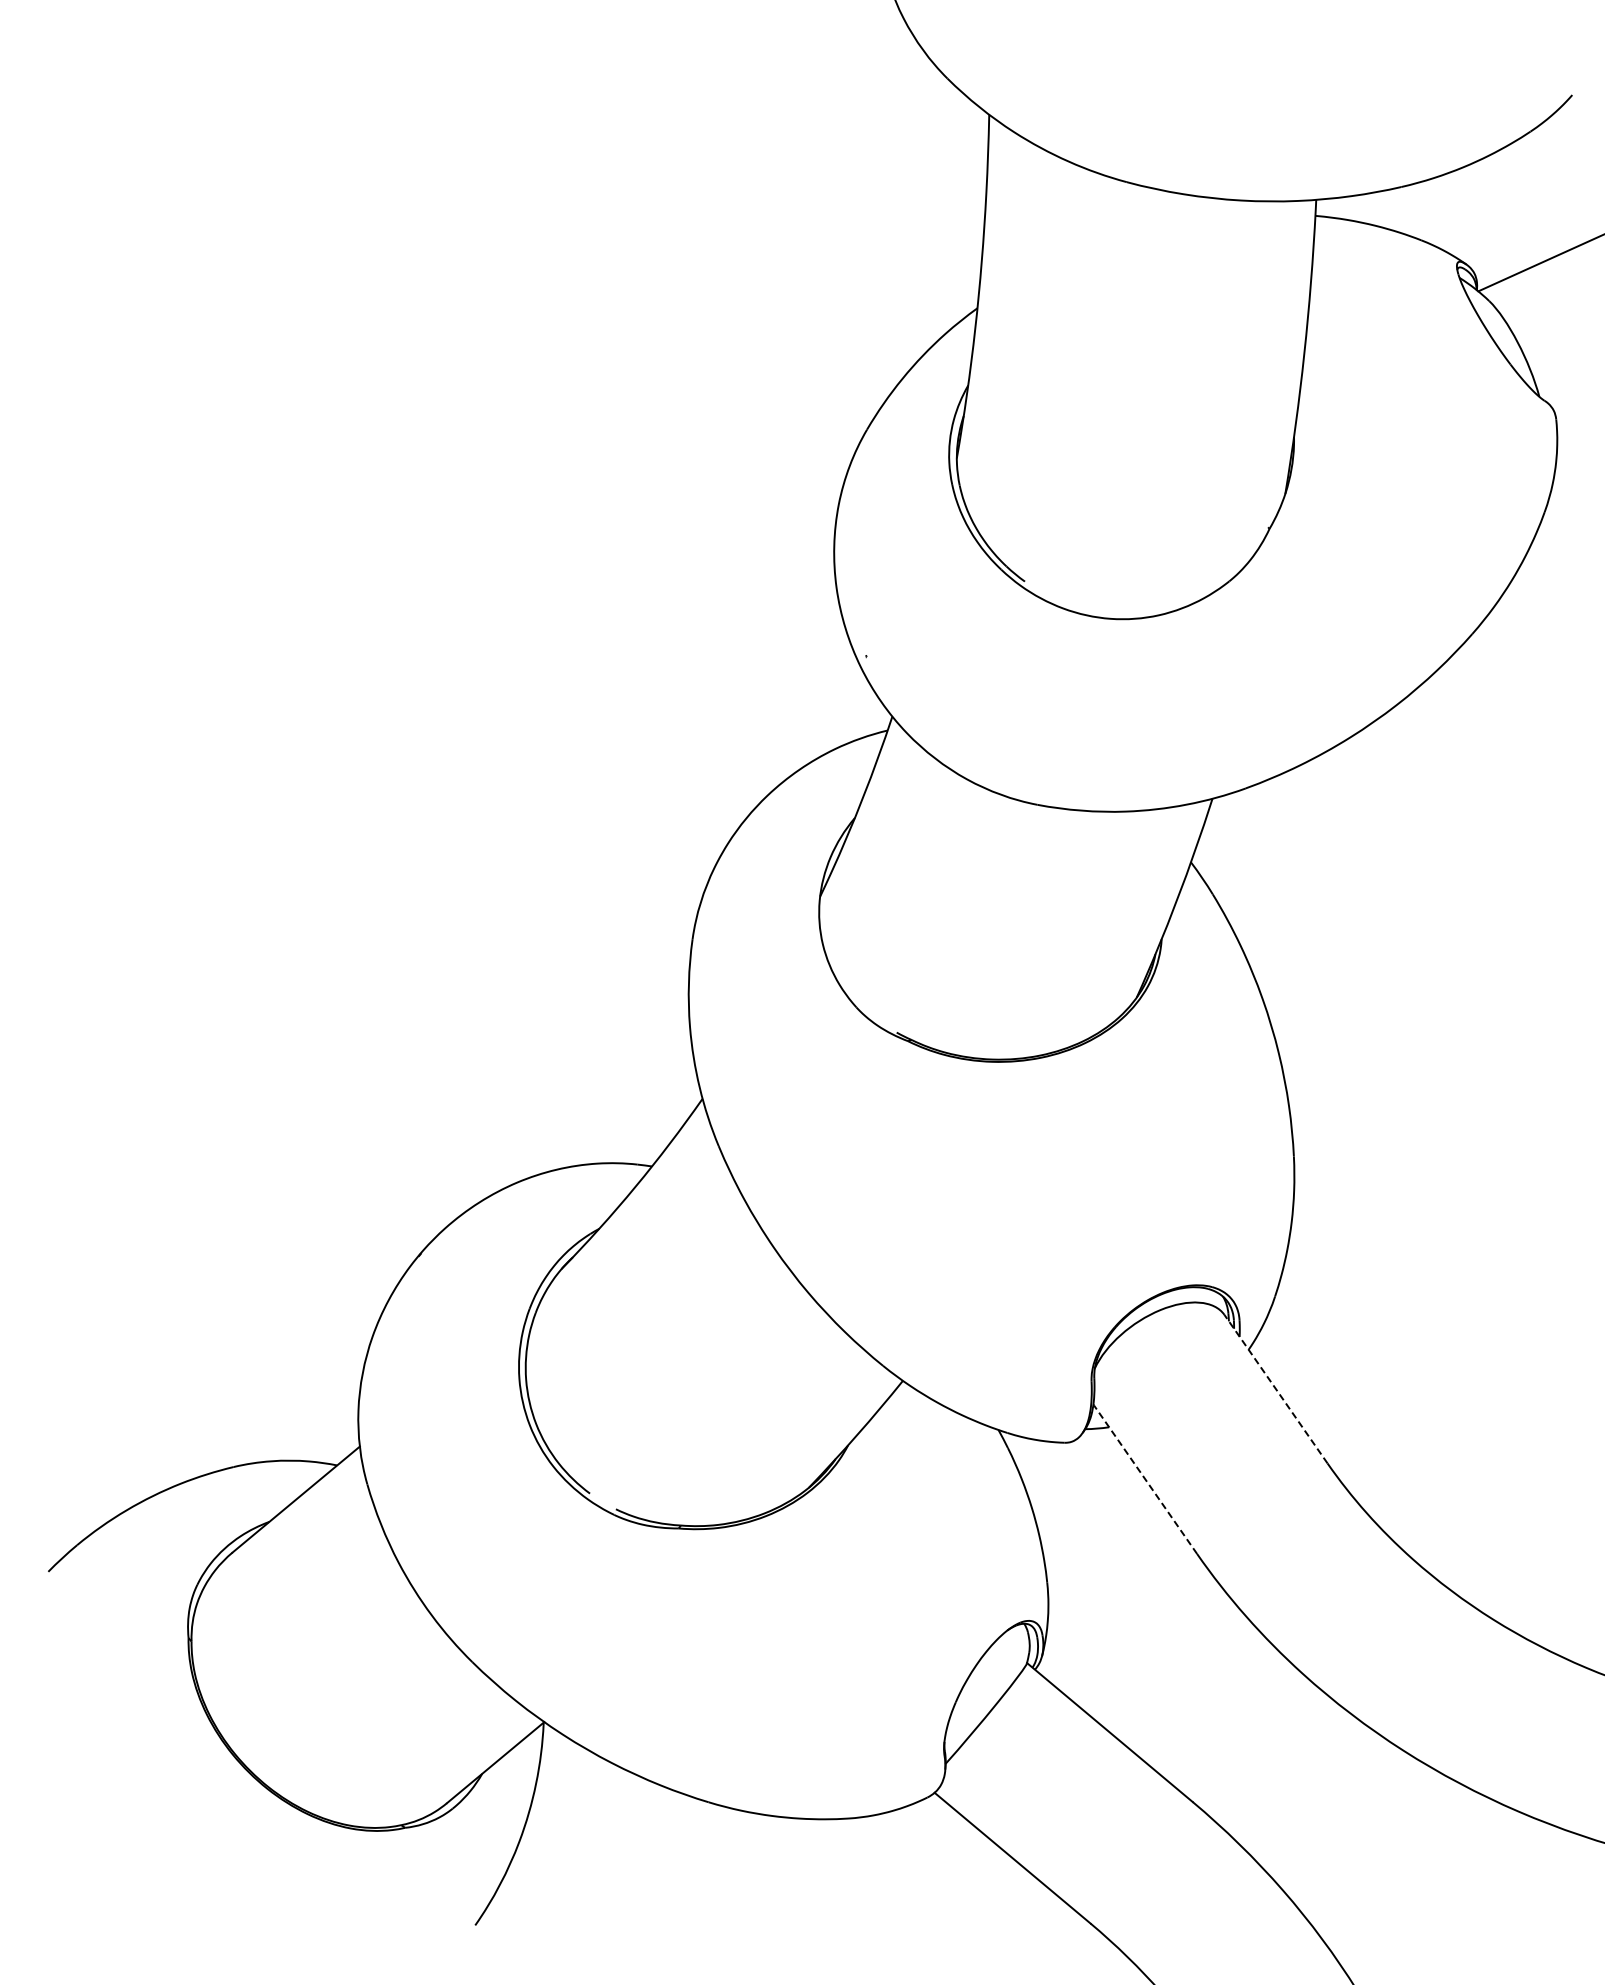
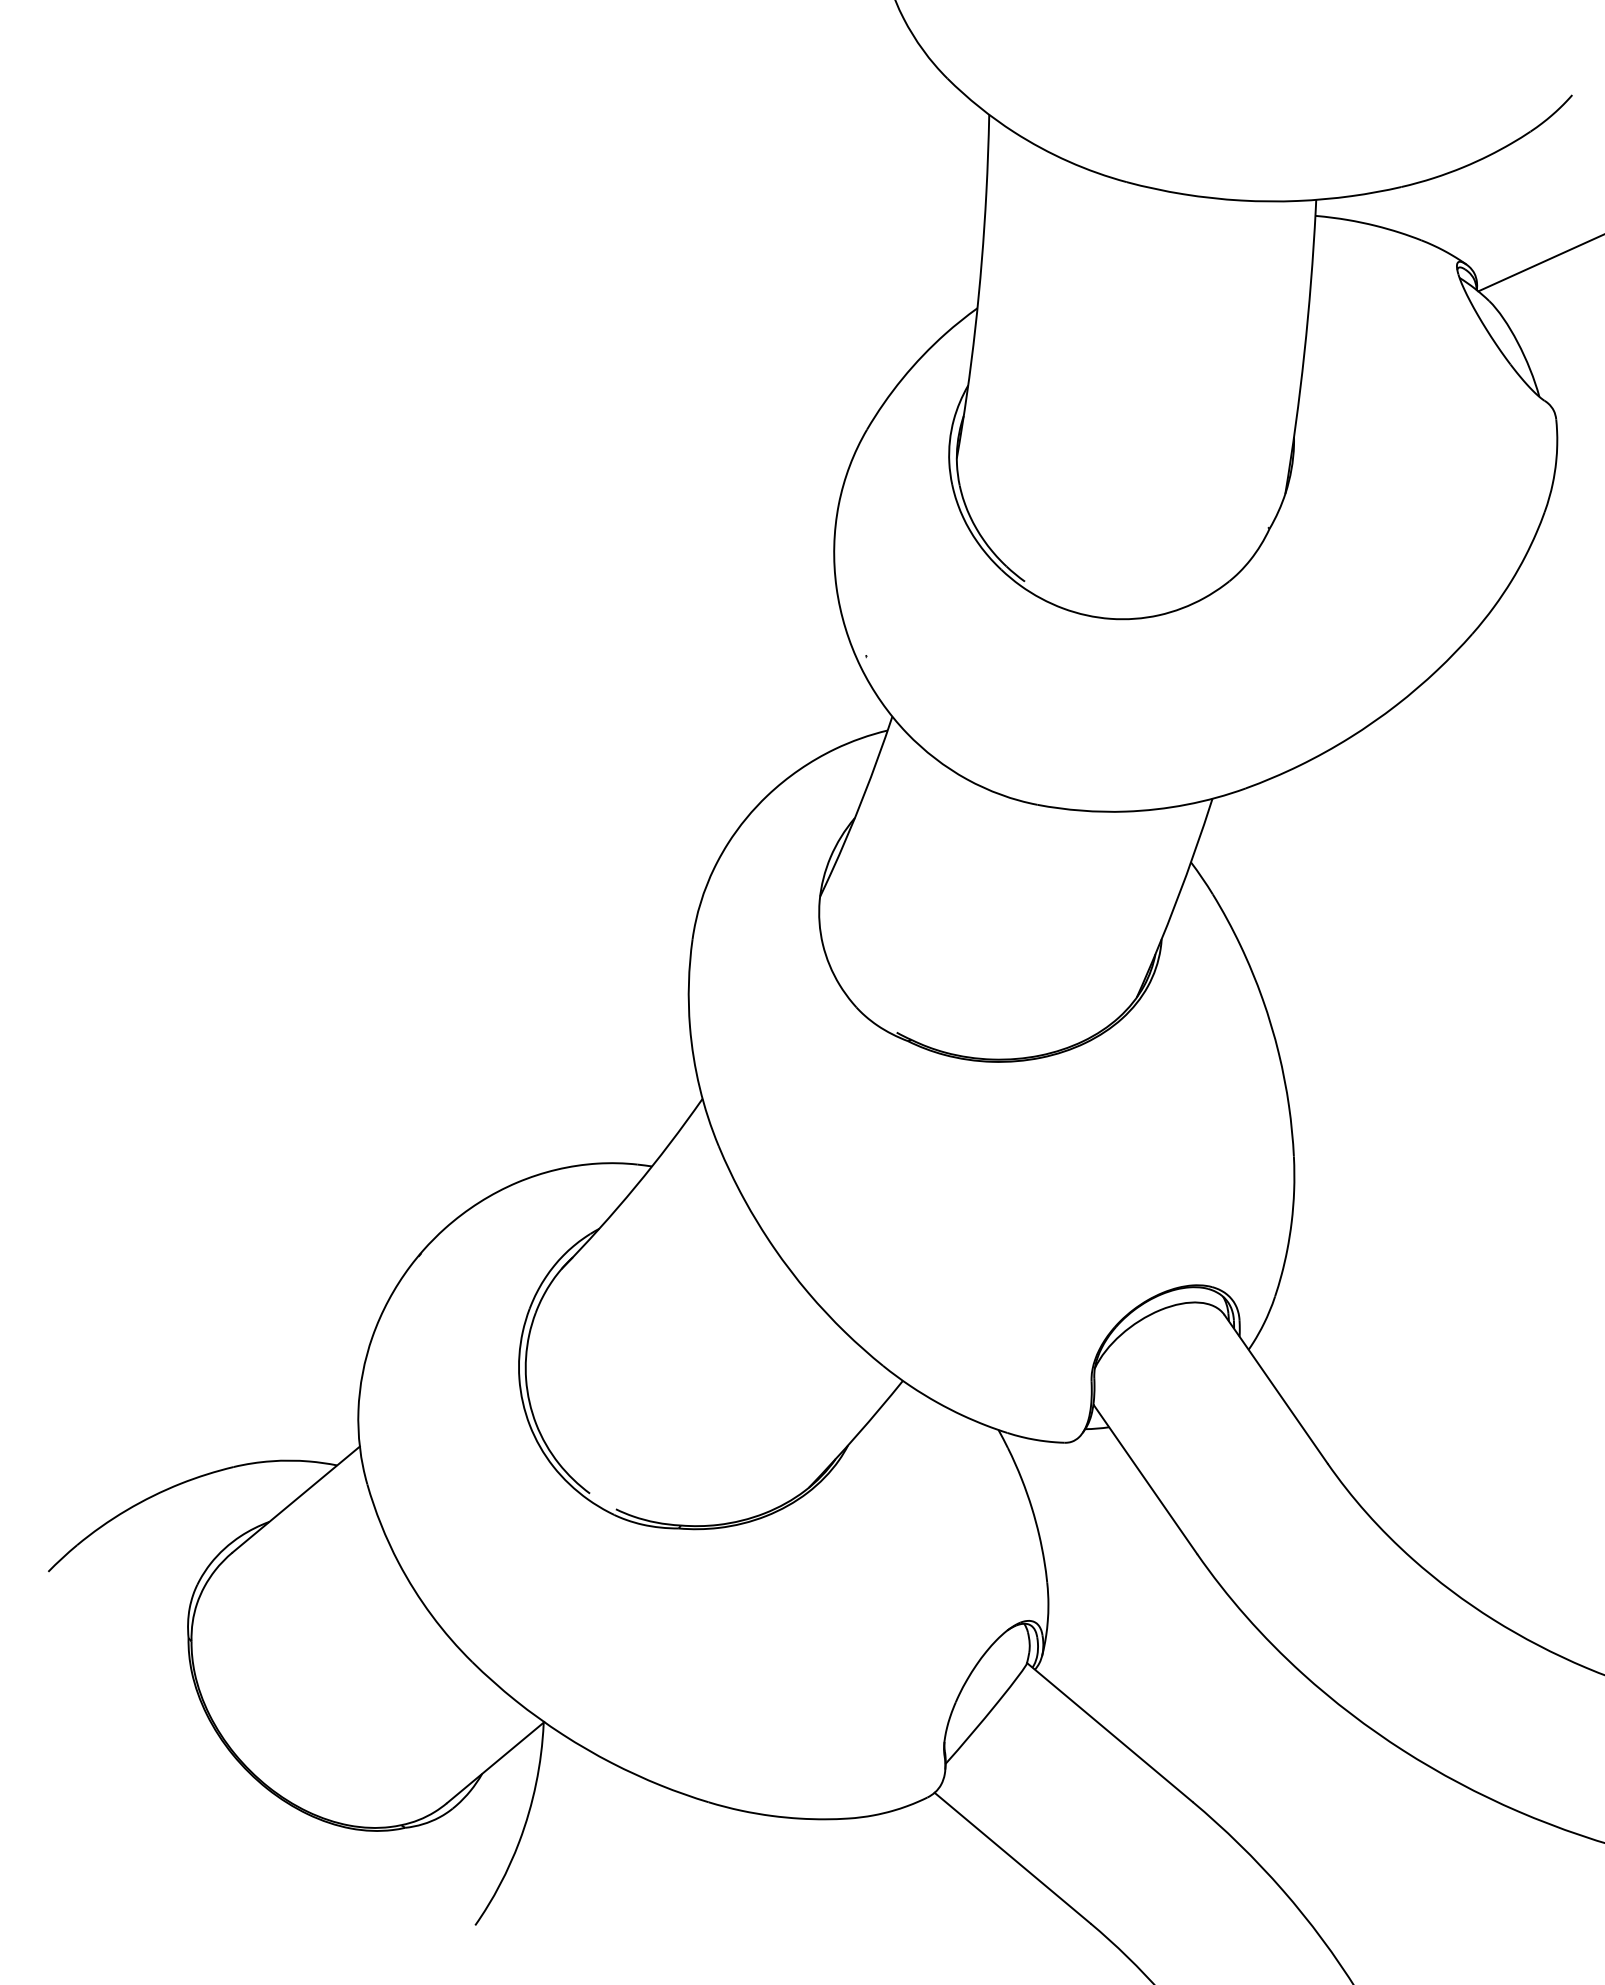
line at (1275, 1388): dashed -> solid
line at (1145, 1479): dashed -> solid
